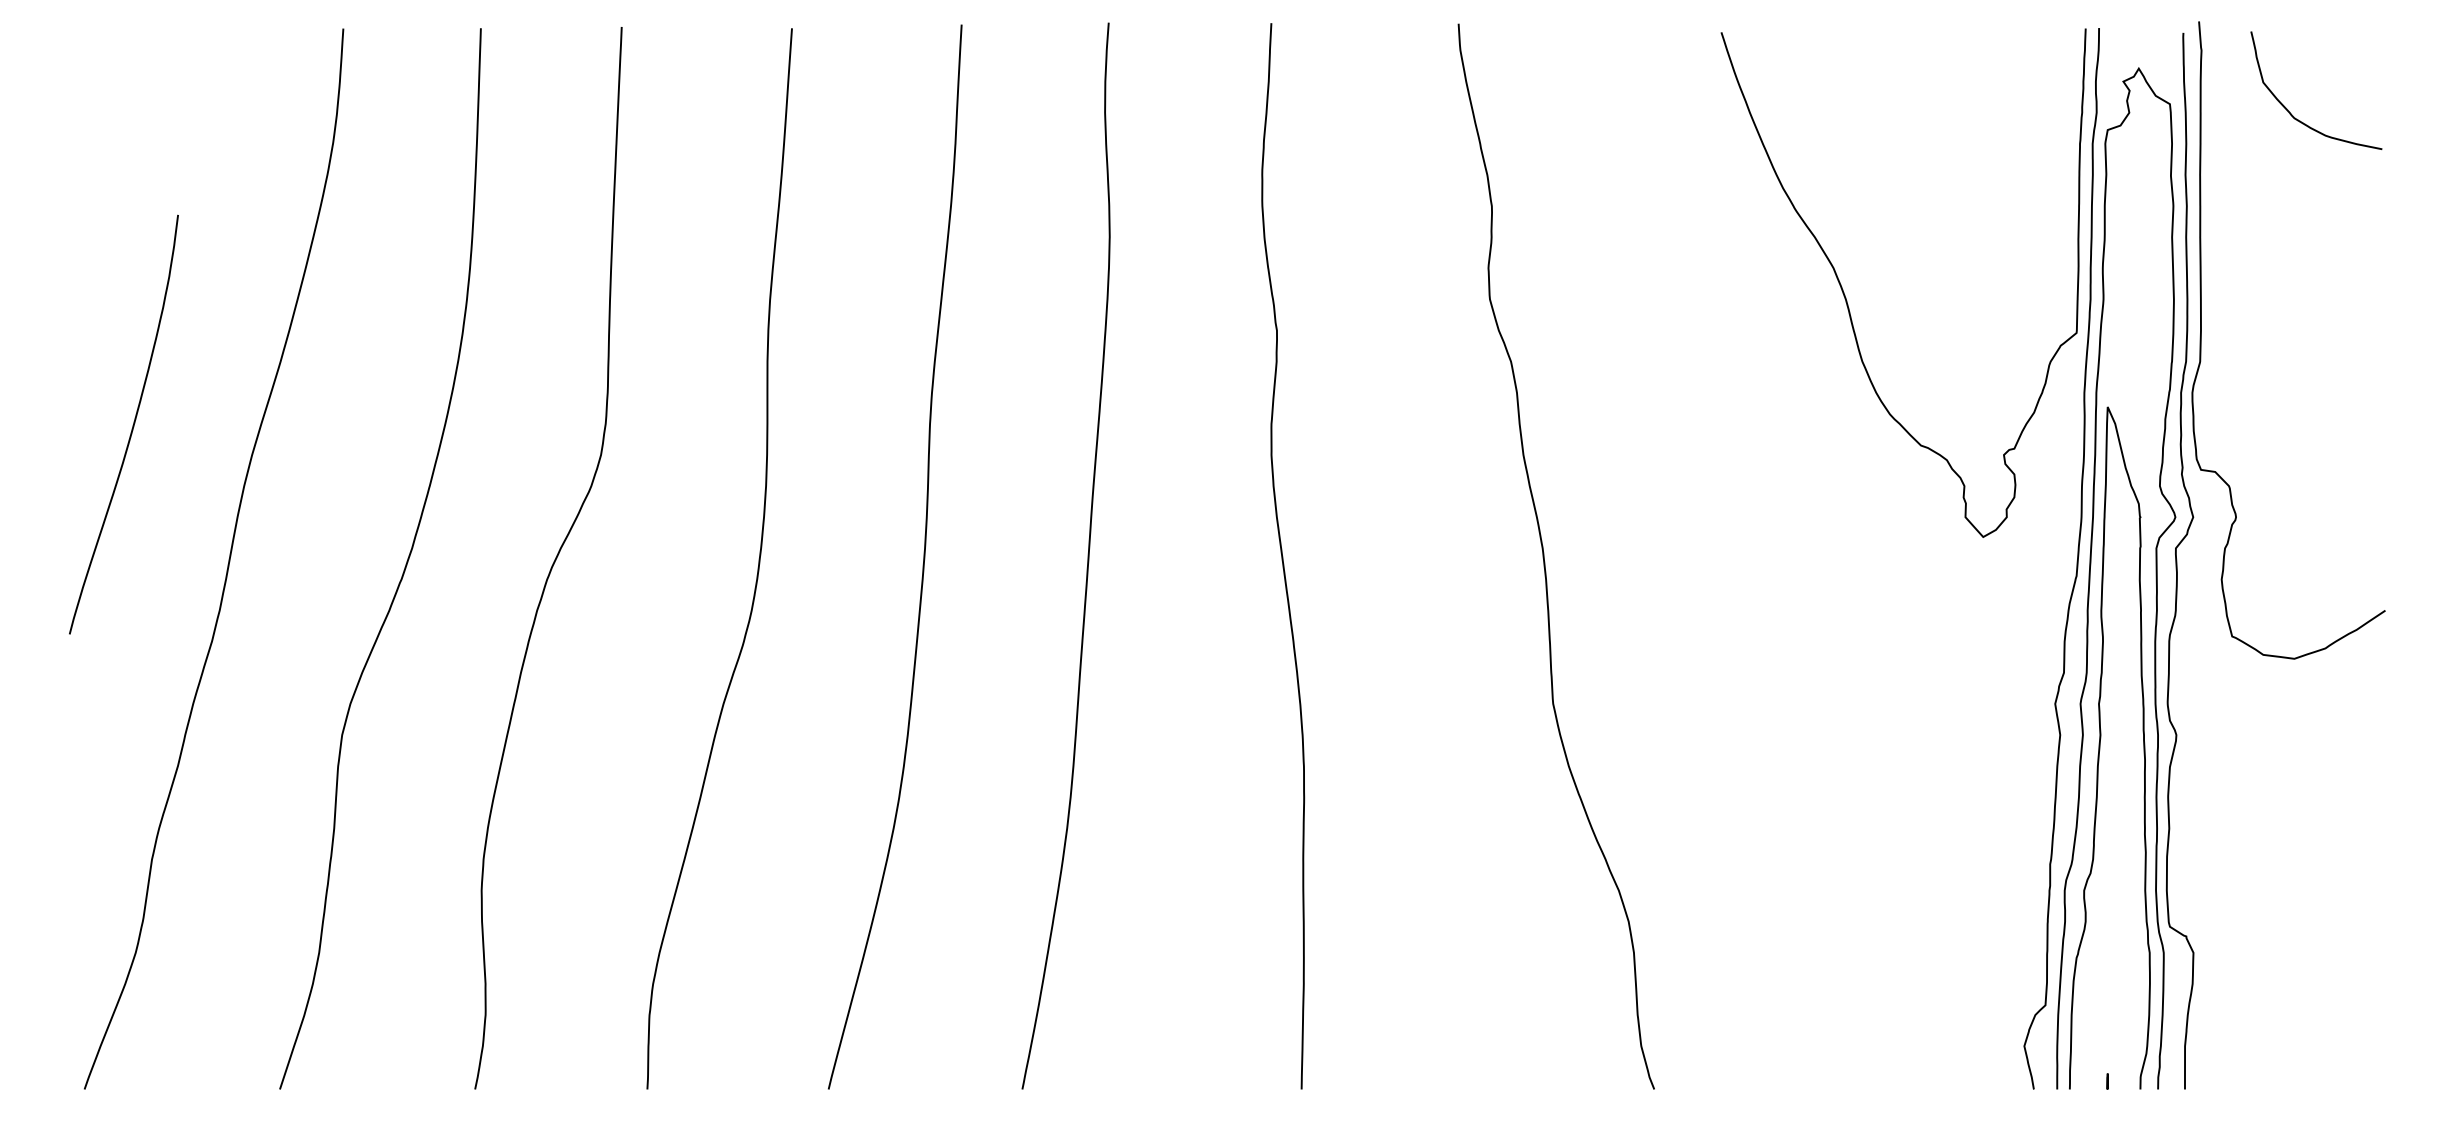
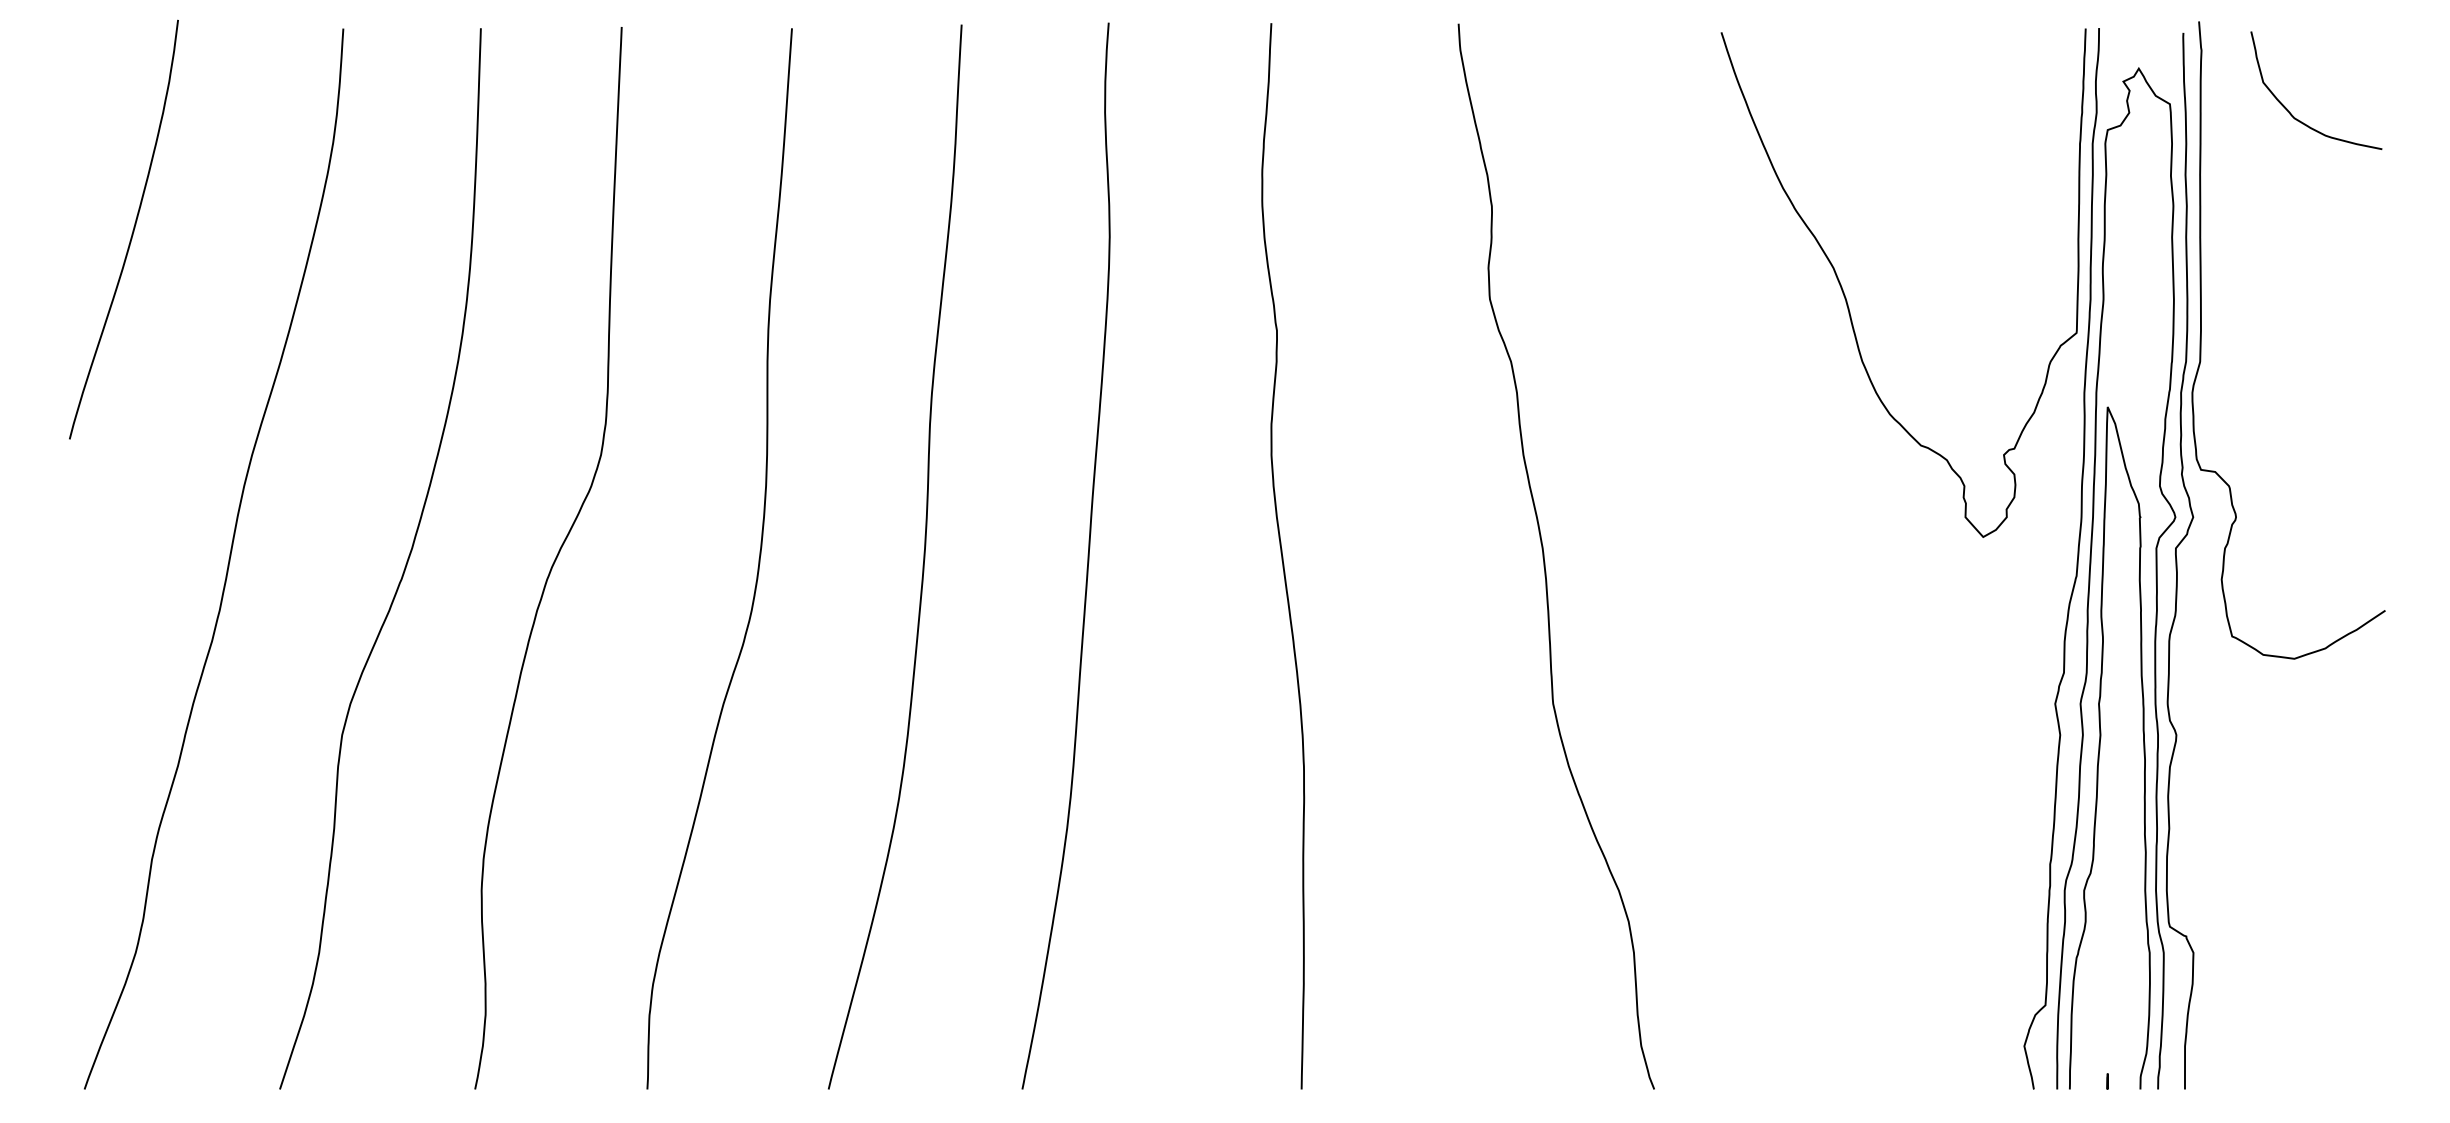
curve at (131, 428) position: (131, 428) -> (131, 233)
